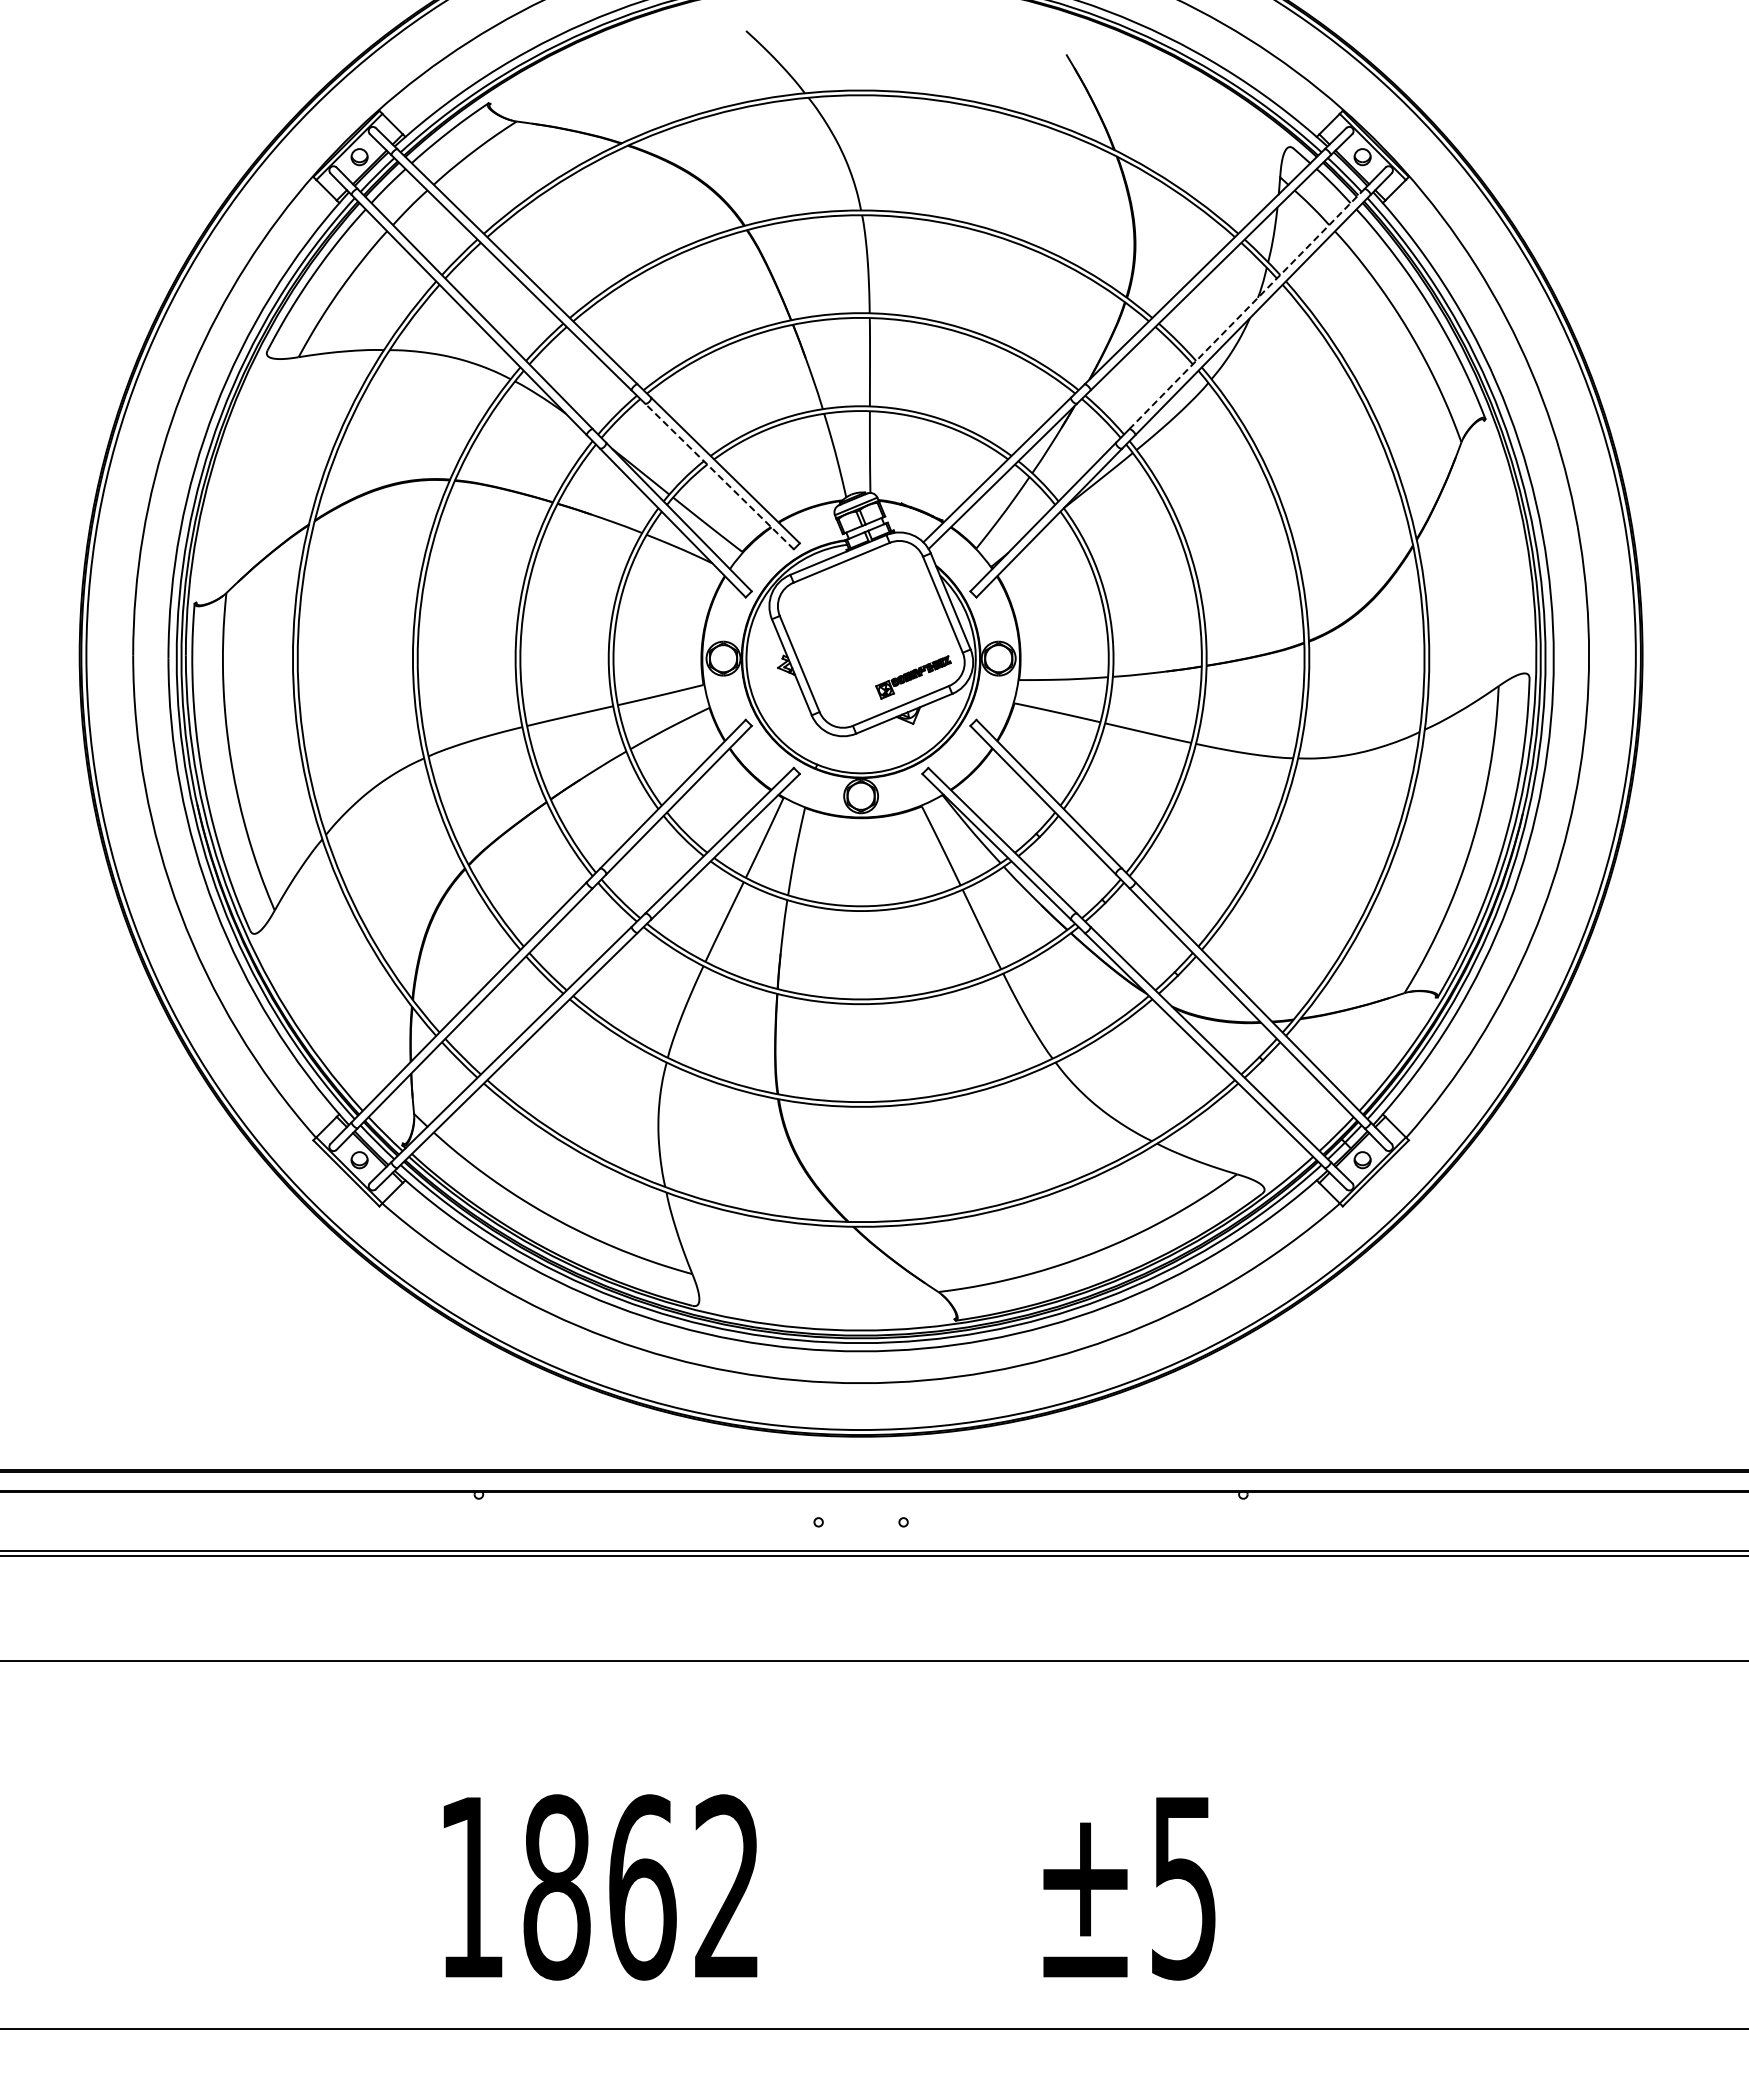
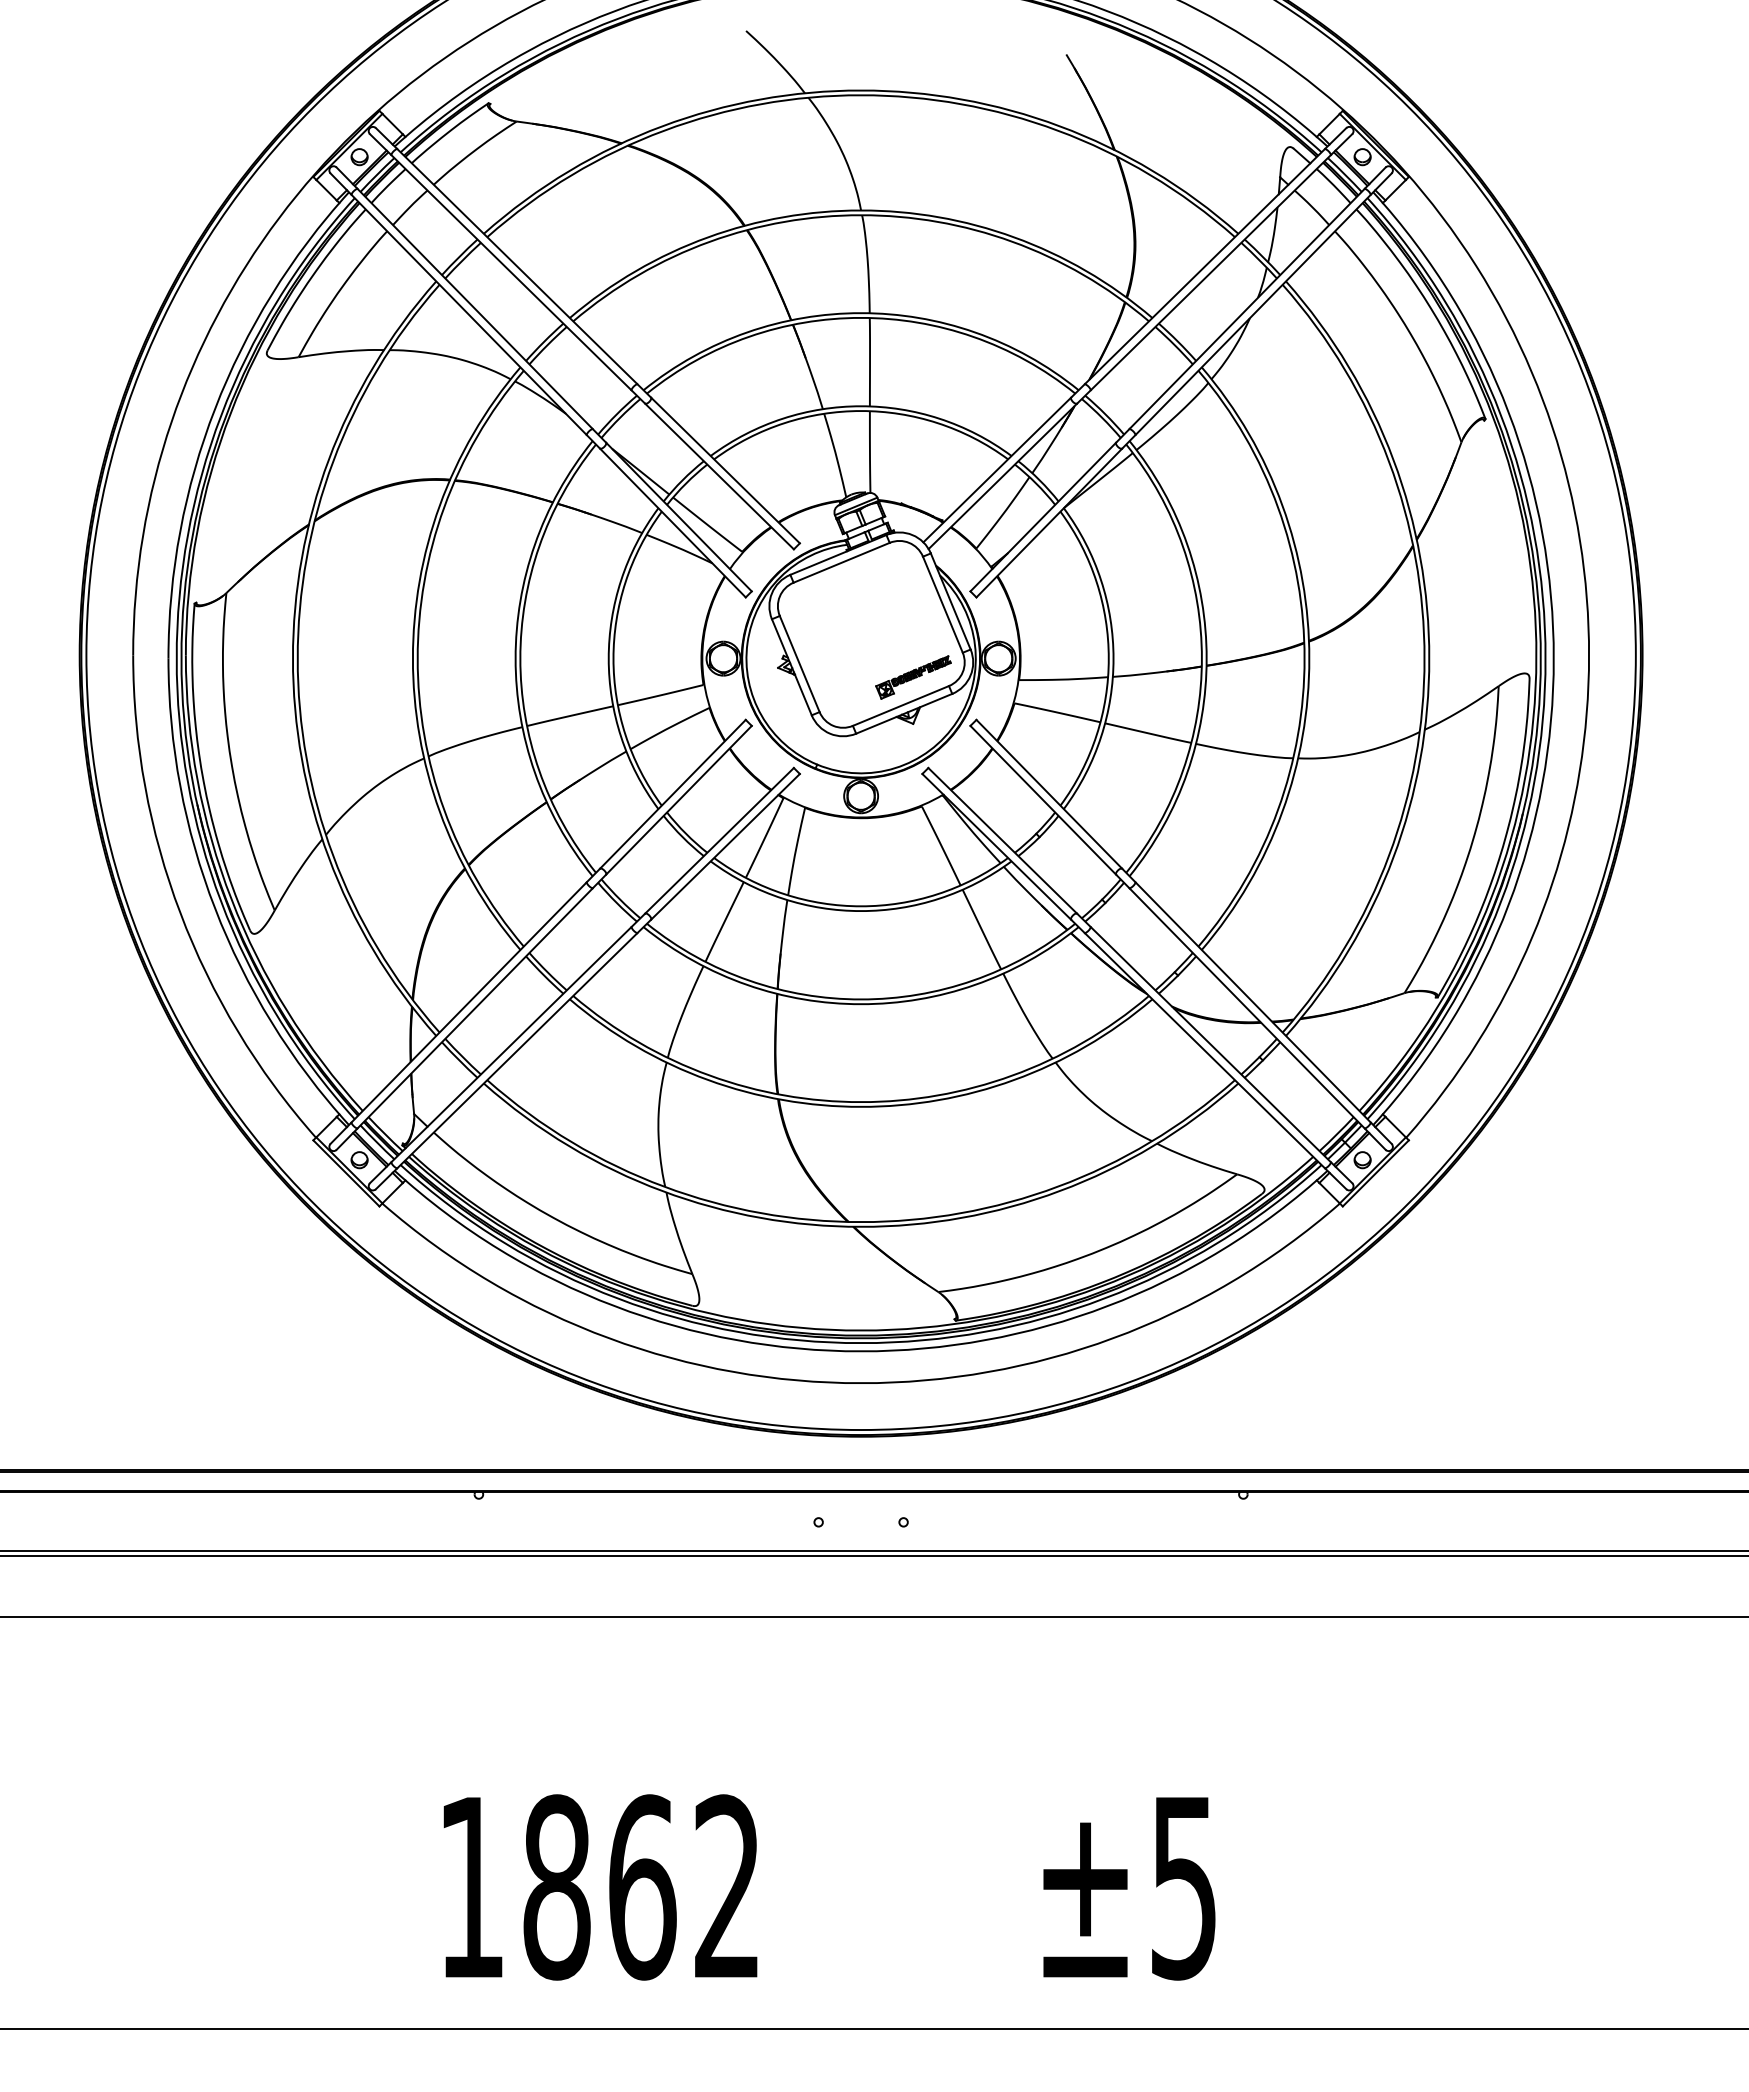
line at (1246, 309): dashed -> solid
line at (719, 476): dashed -> solid
line at (873, 1661) position: (873, 1661) -> (873, 1617)
